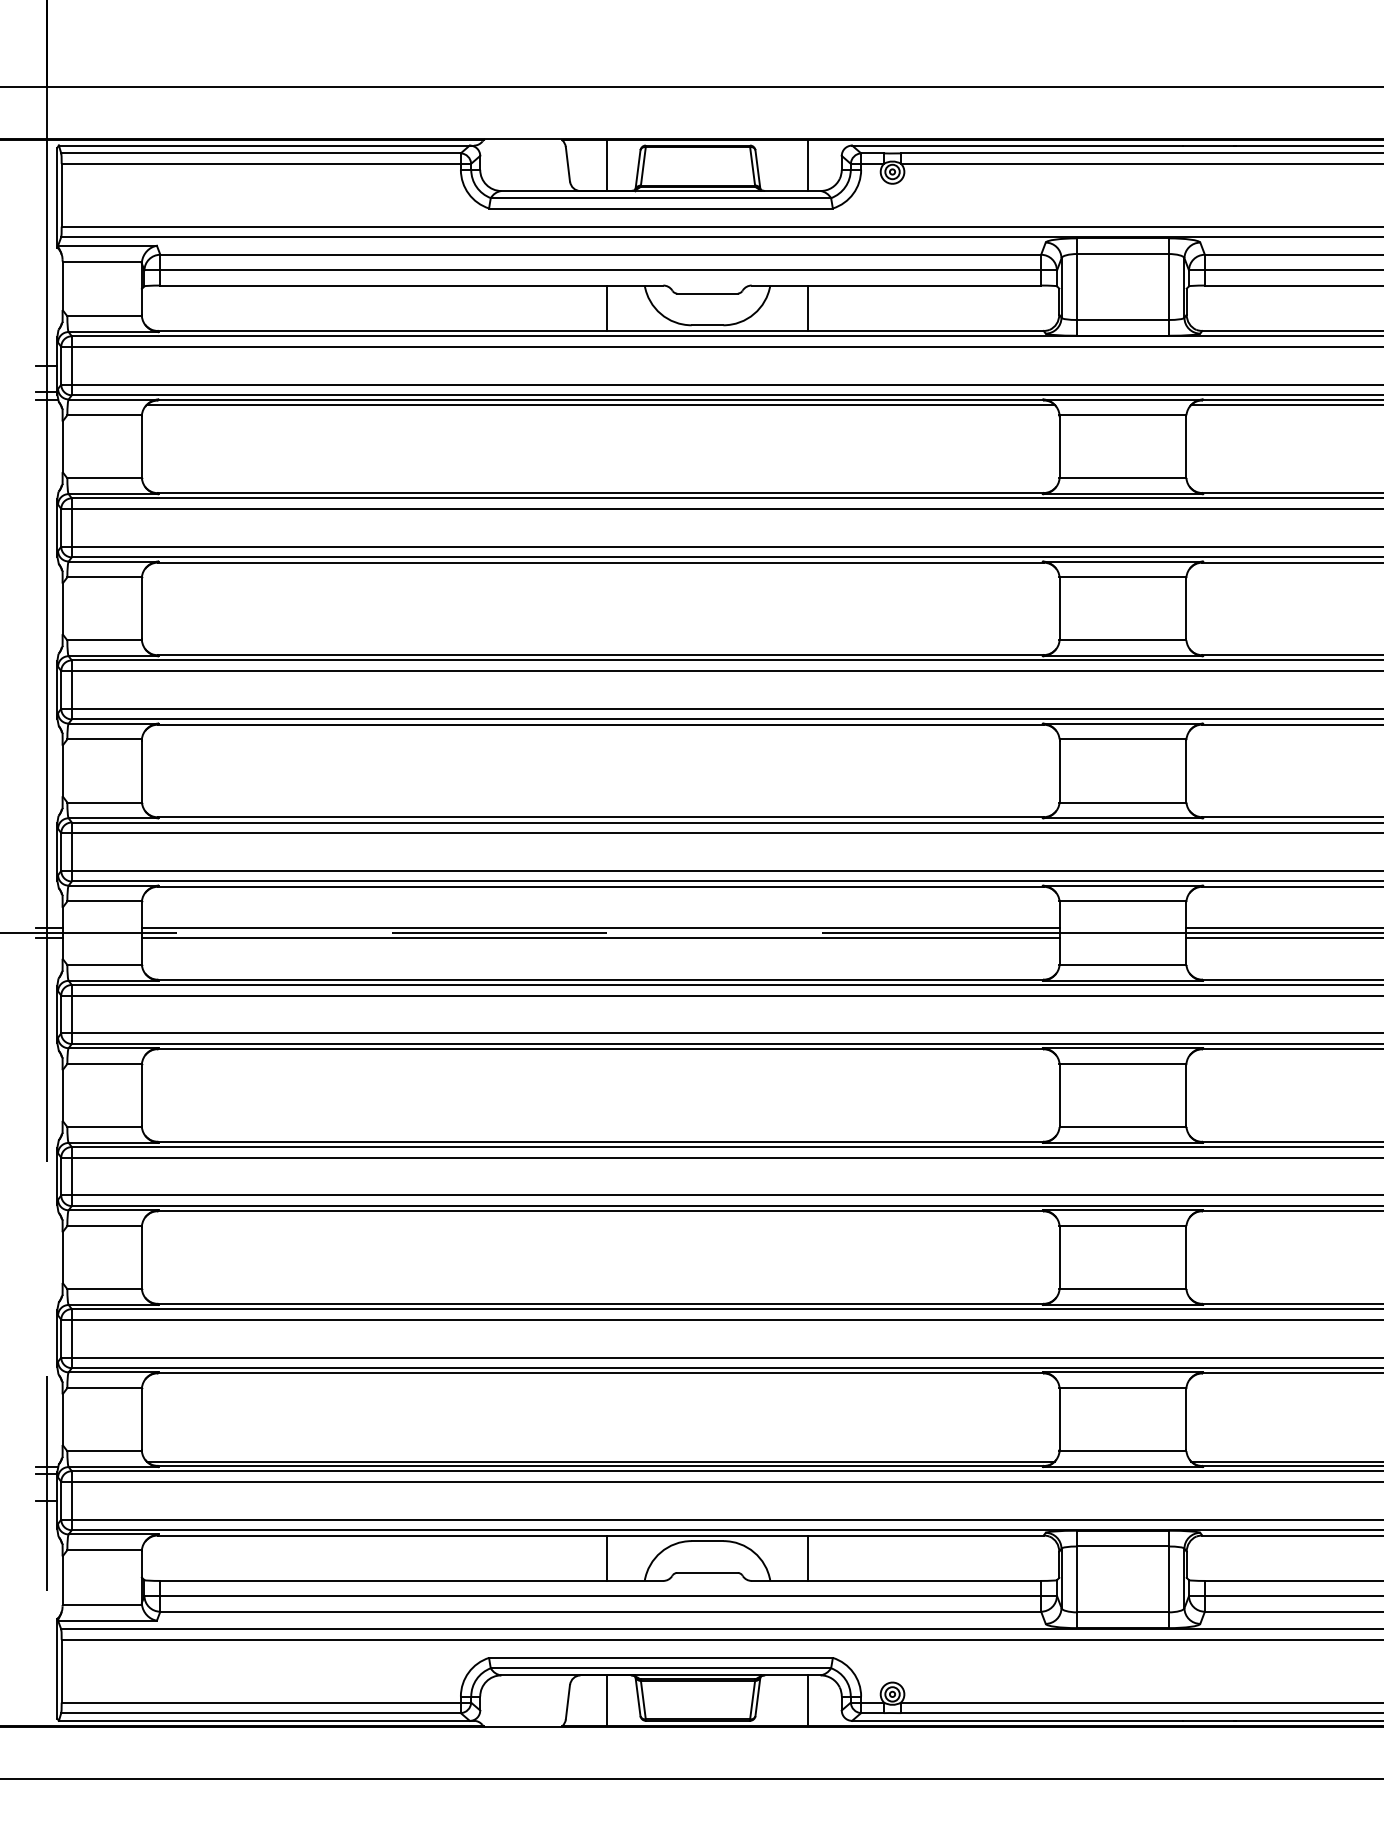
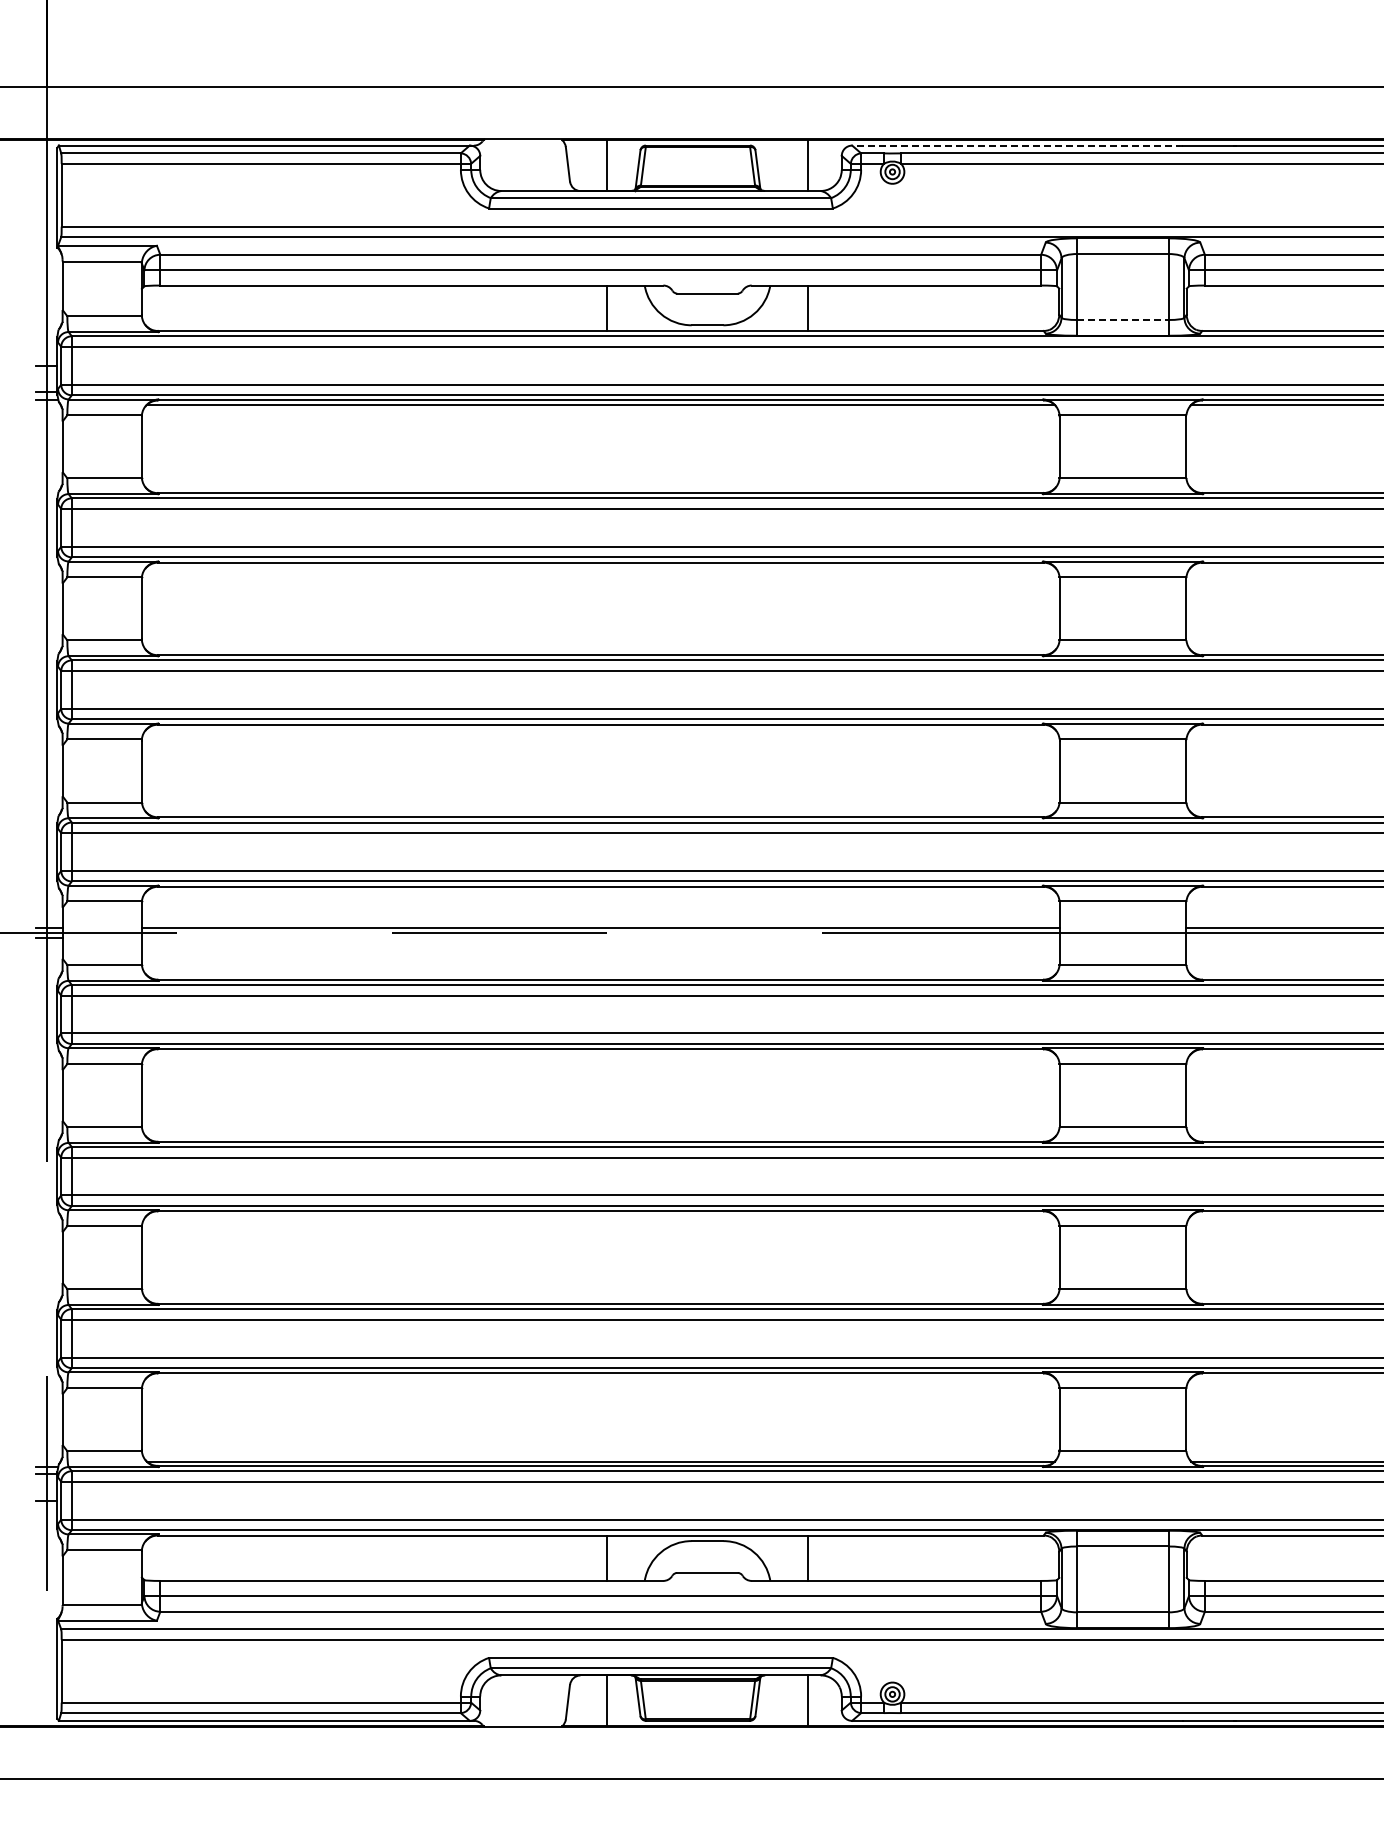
line at (1016, 145): solid -> dashed
line at (1122, 320): solid -> dashed
line at (600, 938): present -> none
line at (1283, 938): present -> none
